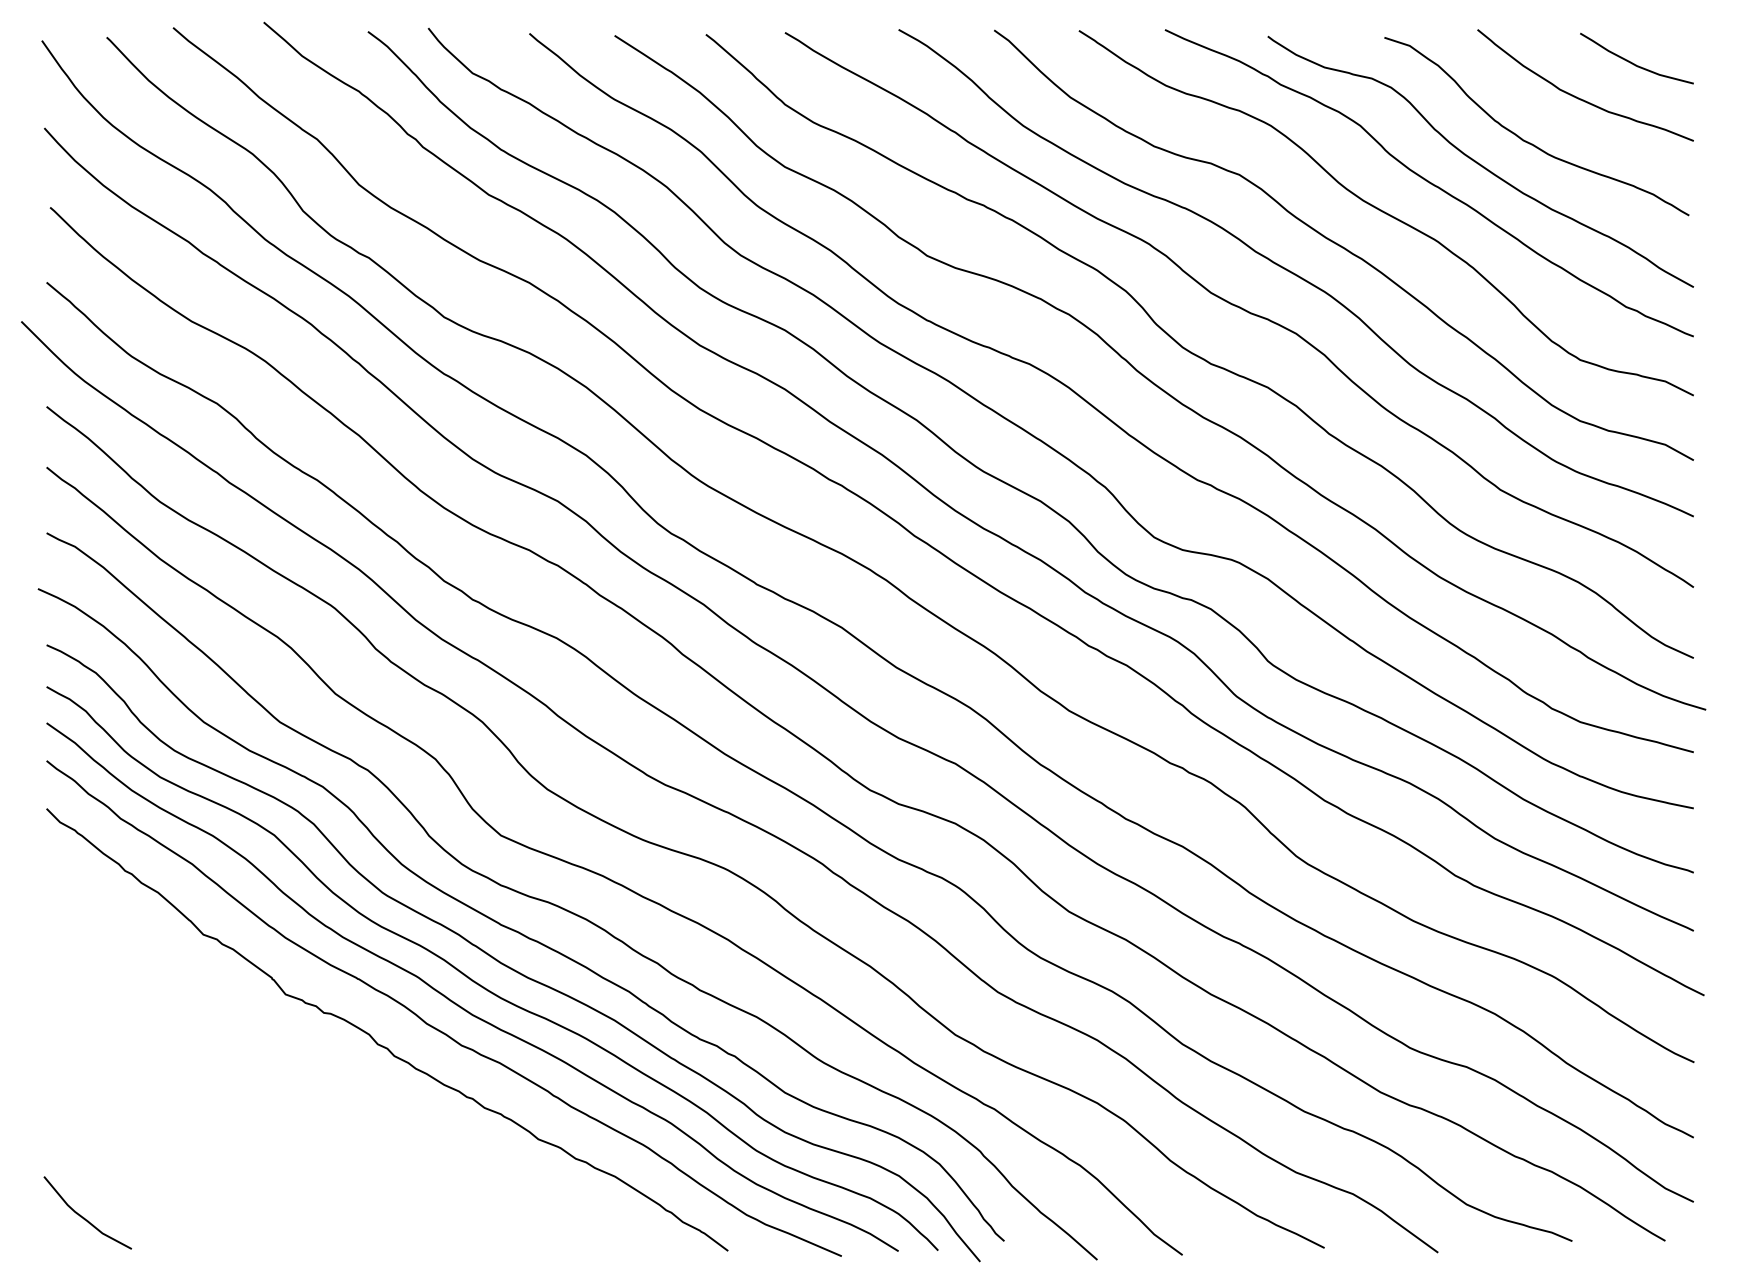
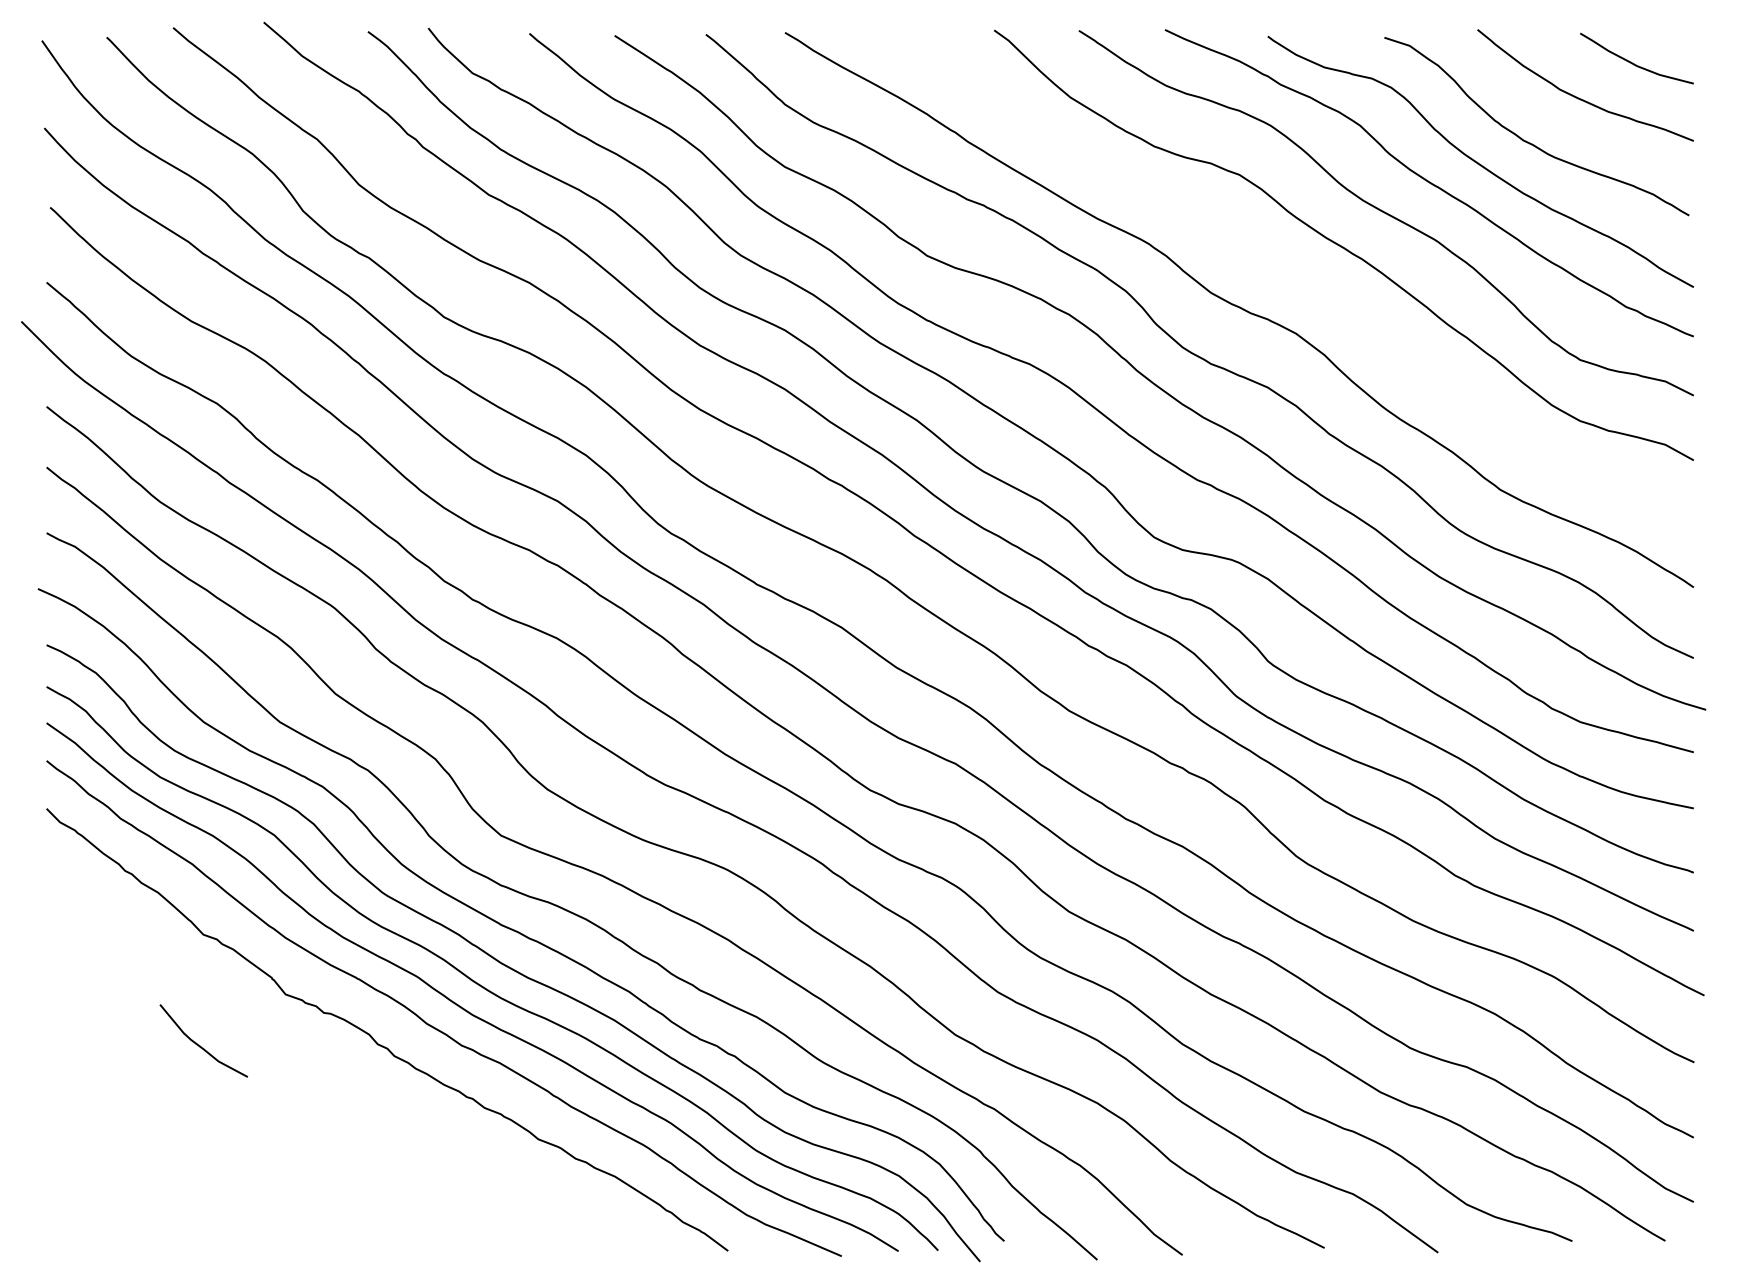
curve at (1295, 273): present -> none
curve at (84, 1217) position: (84, 1217) -> (200, 1045)
